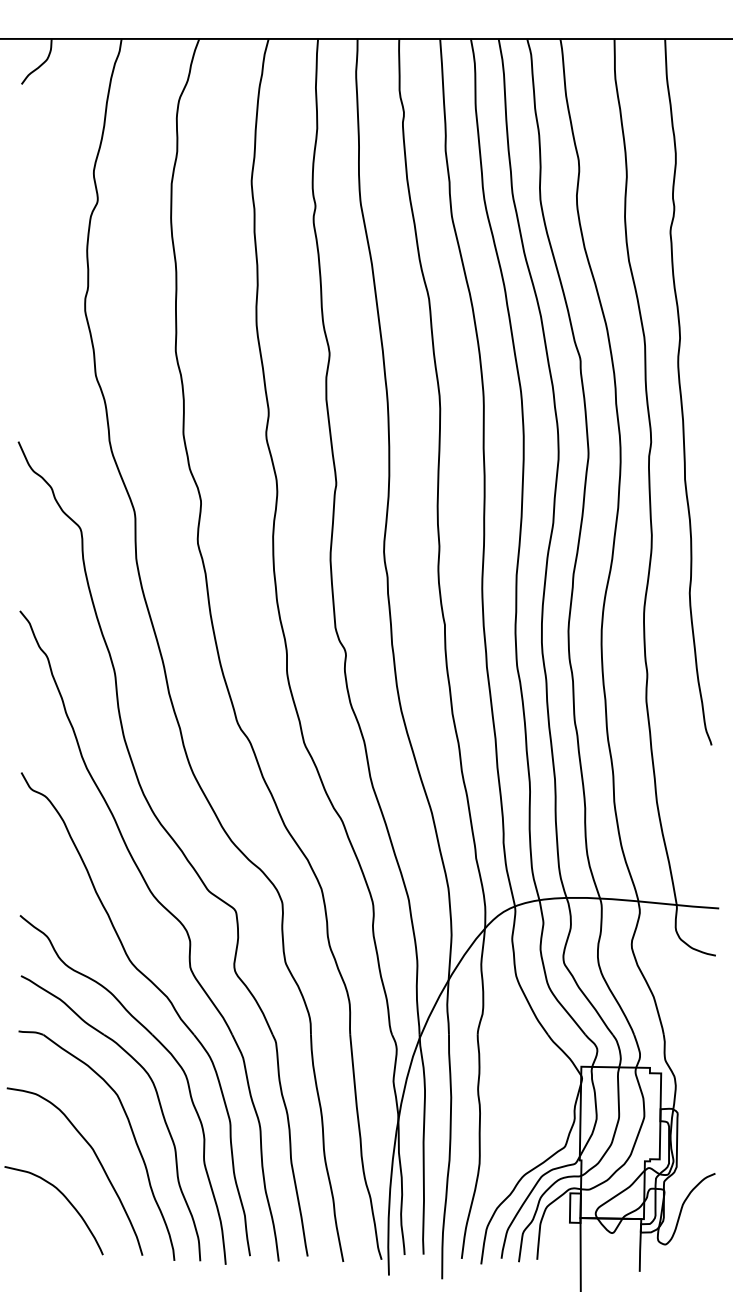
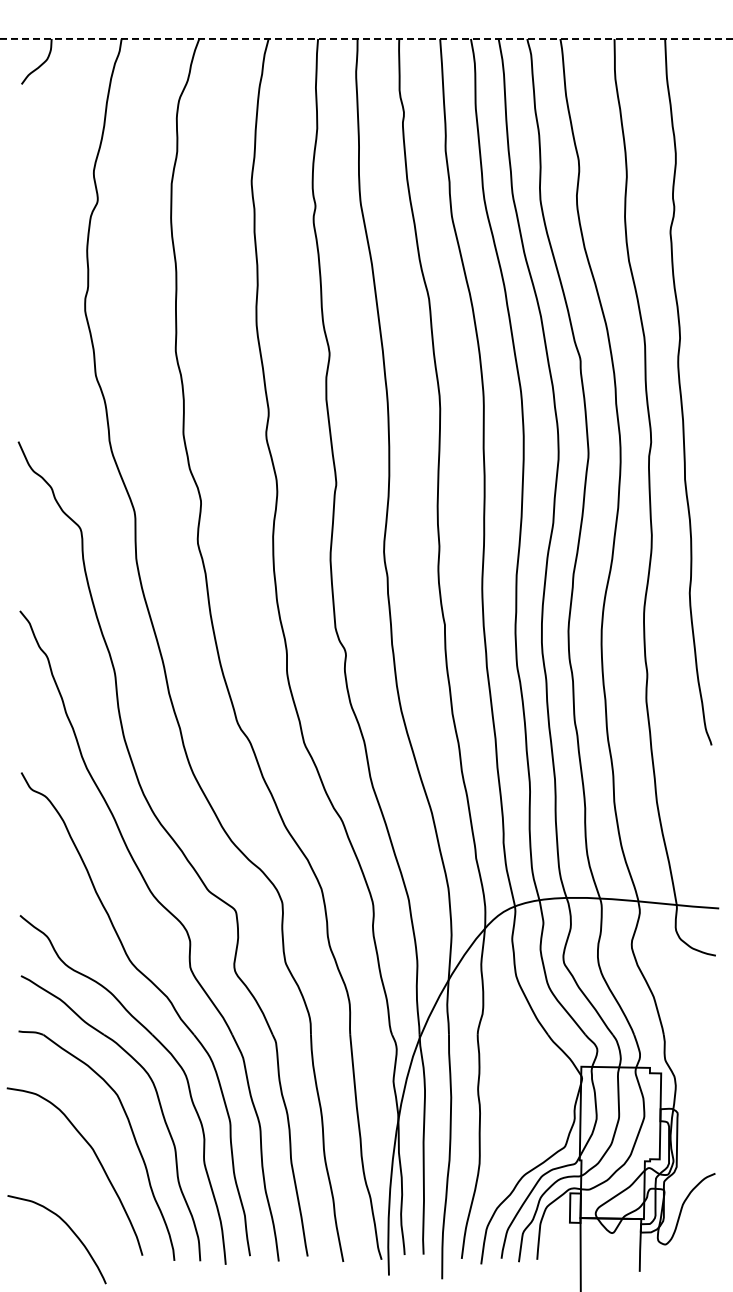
line at (366, 38): solid -> dashed
curve at (67, 1201) position: (67, 1201) -> (70, 1230)
